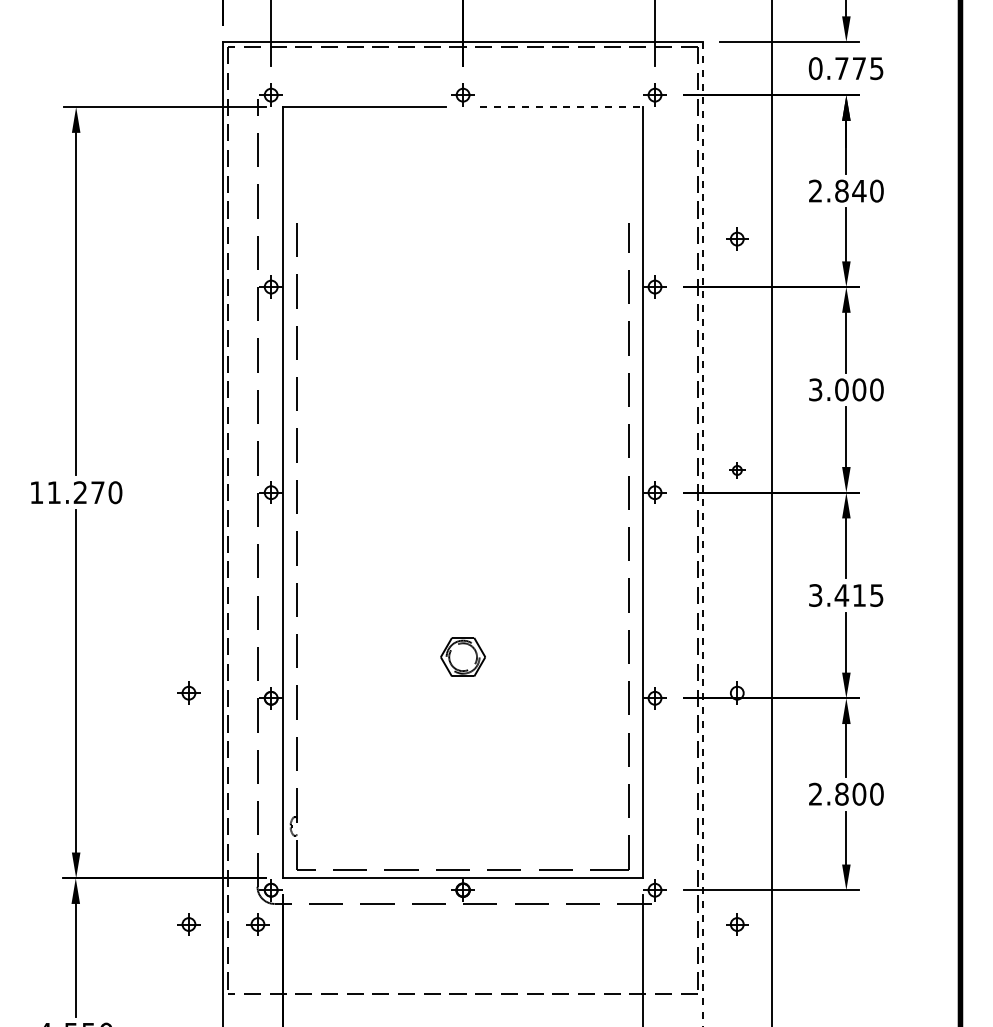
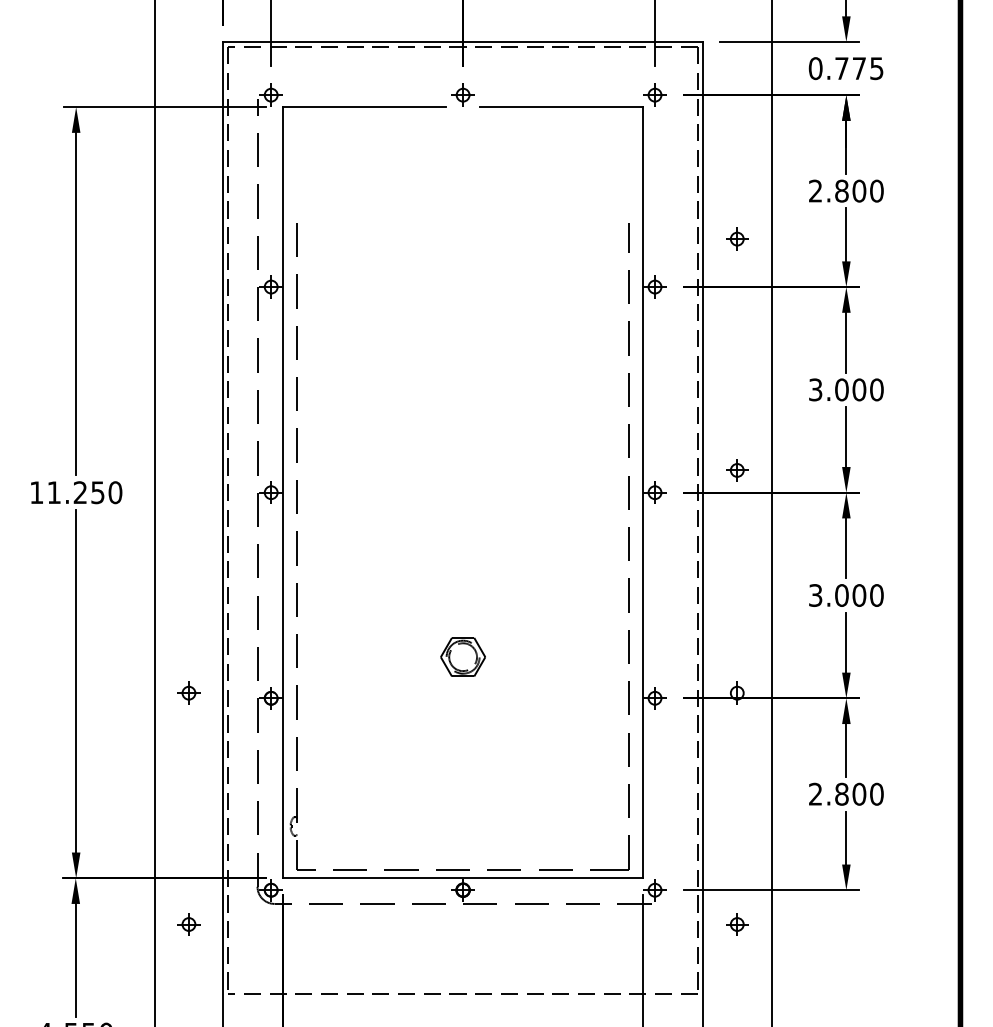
line at (562, 107): dashed -> solid
text at (859, 190): 2.840 -> 2.800
part at (737, 470) size: 17x17 px -> 23x23 px
text at (97, 492): 11.270 -> 11.250
line at (154, 512): none -> present
line at (703, 534): dashed -> solid
text at (858, 595): 3.415 -> 3.000
part at (257, 924): present -> none
